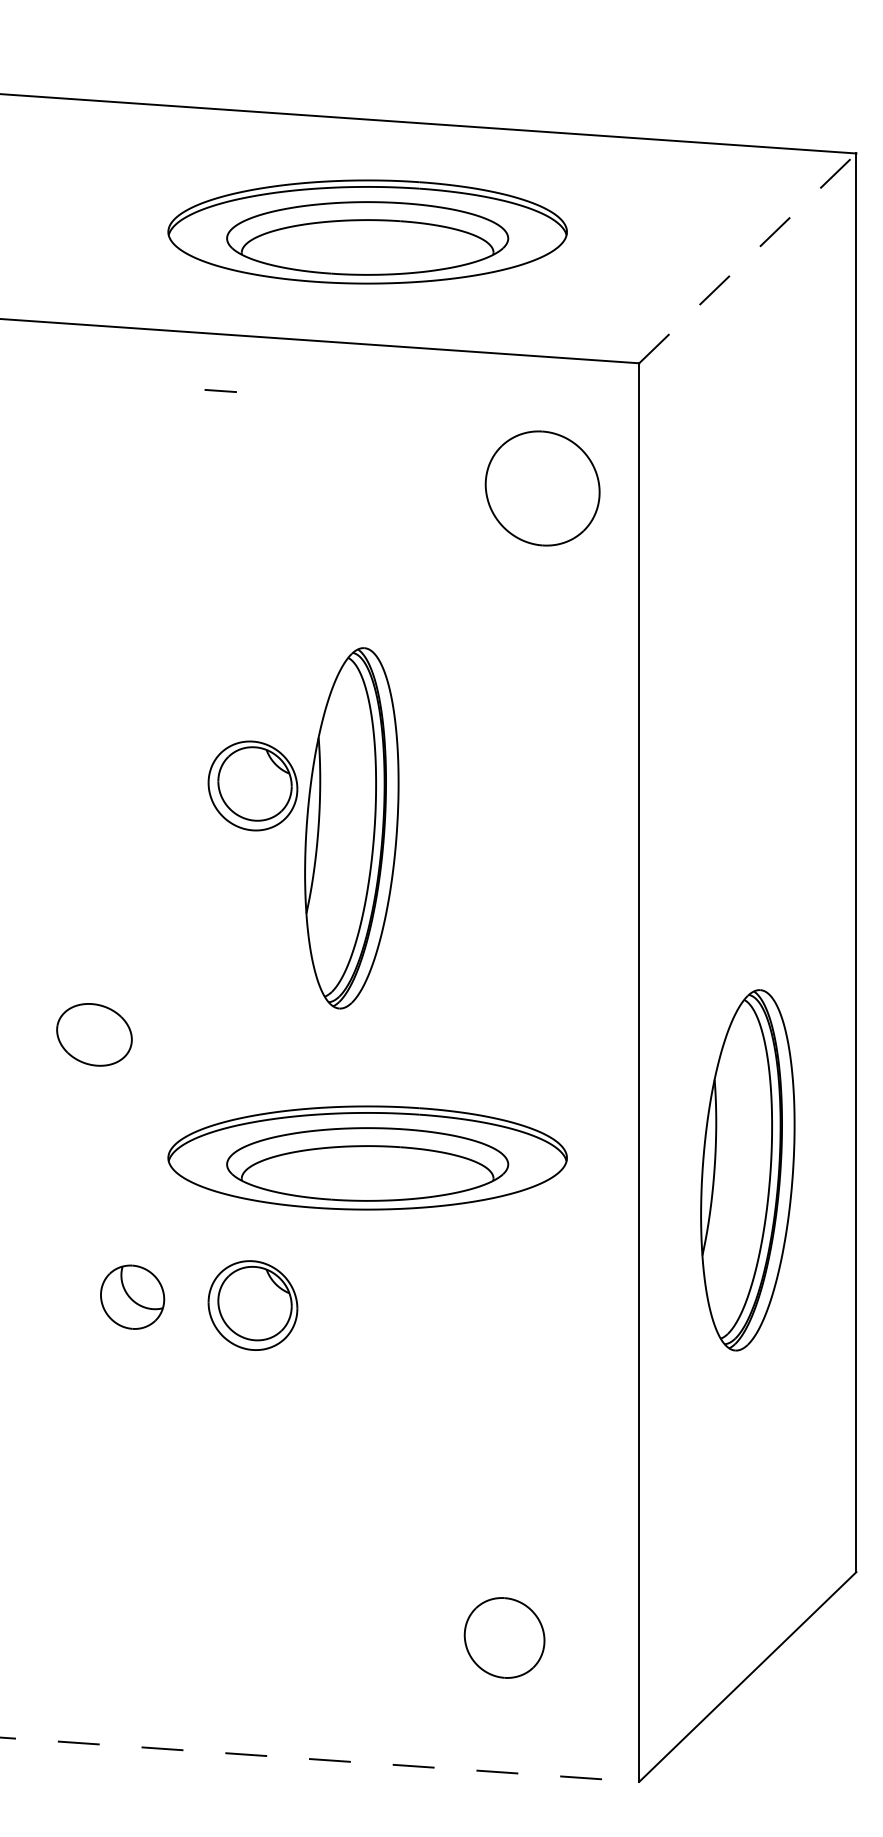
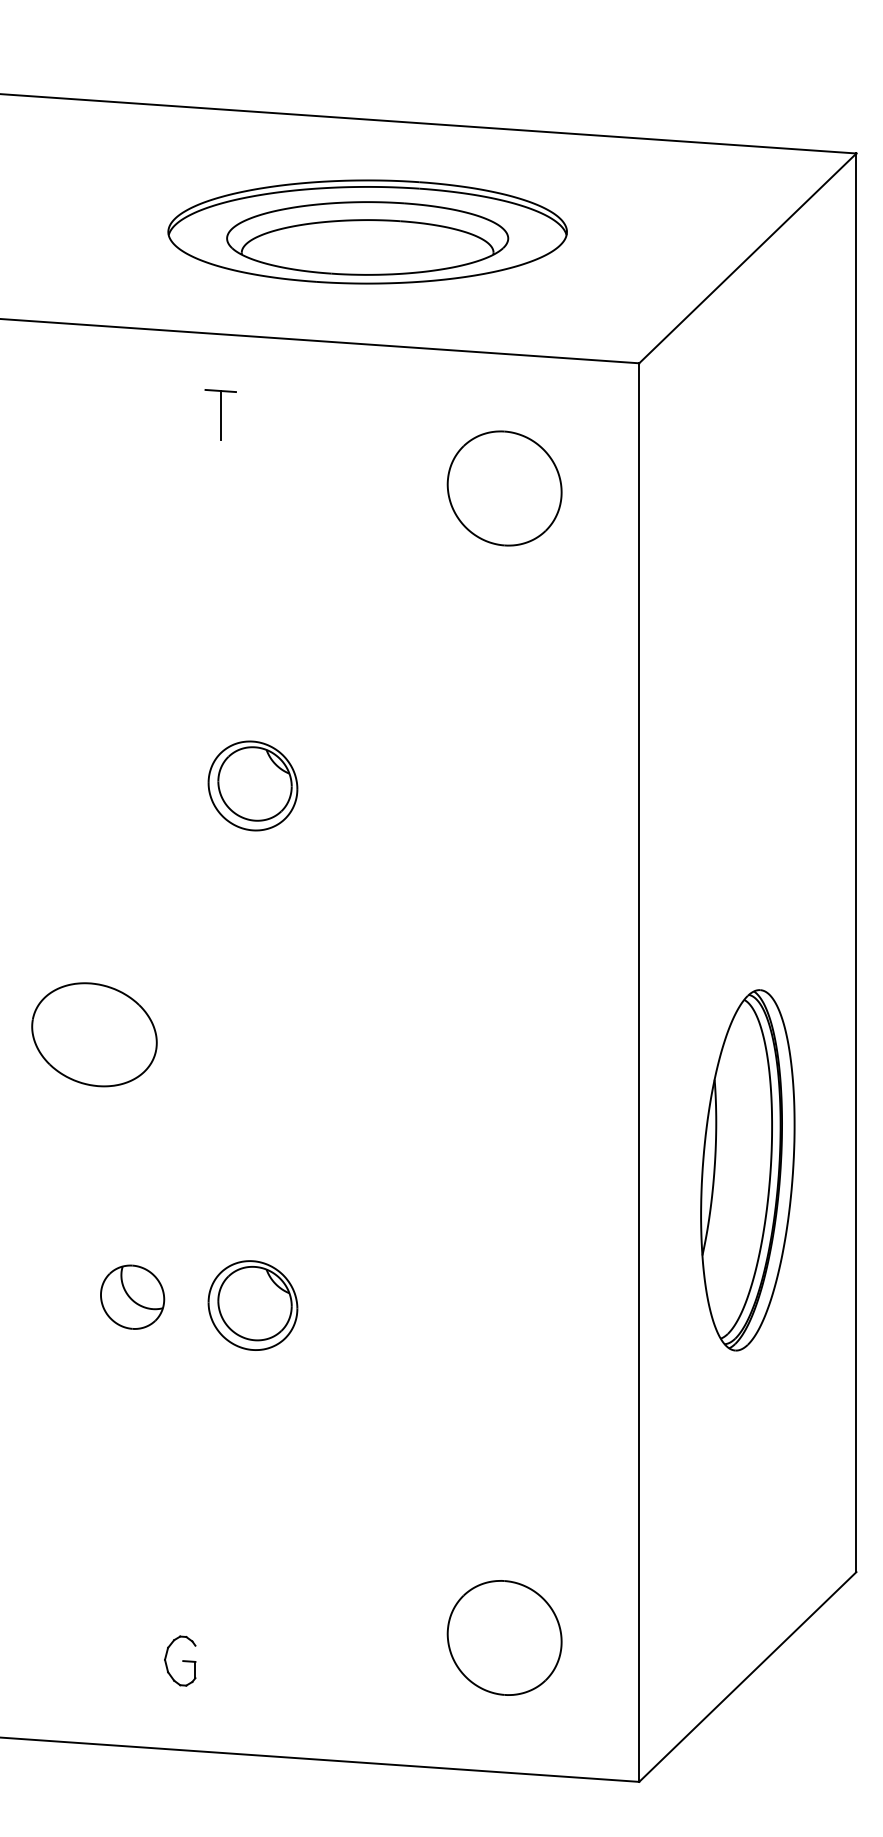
line at (747, 258): dashed -> solid
line at (220, 415): none -> present
part at (542, 488) position: (542, 488) -> (504, 488)
part at (351, 828): present -> none
part at (94, 1034) size: 77x64 px -> 127x106 px
part at (367, 1157): present -> none
part at (504, 1637) size: 83x82 px -> 117x116 px
part at (180, 1660): none -> present
line at (320, 1759): dashed -> solid
